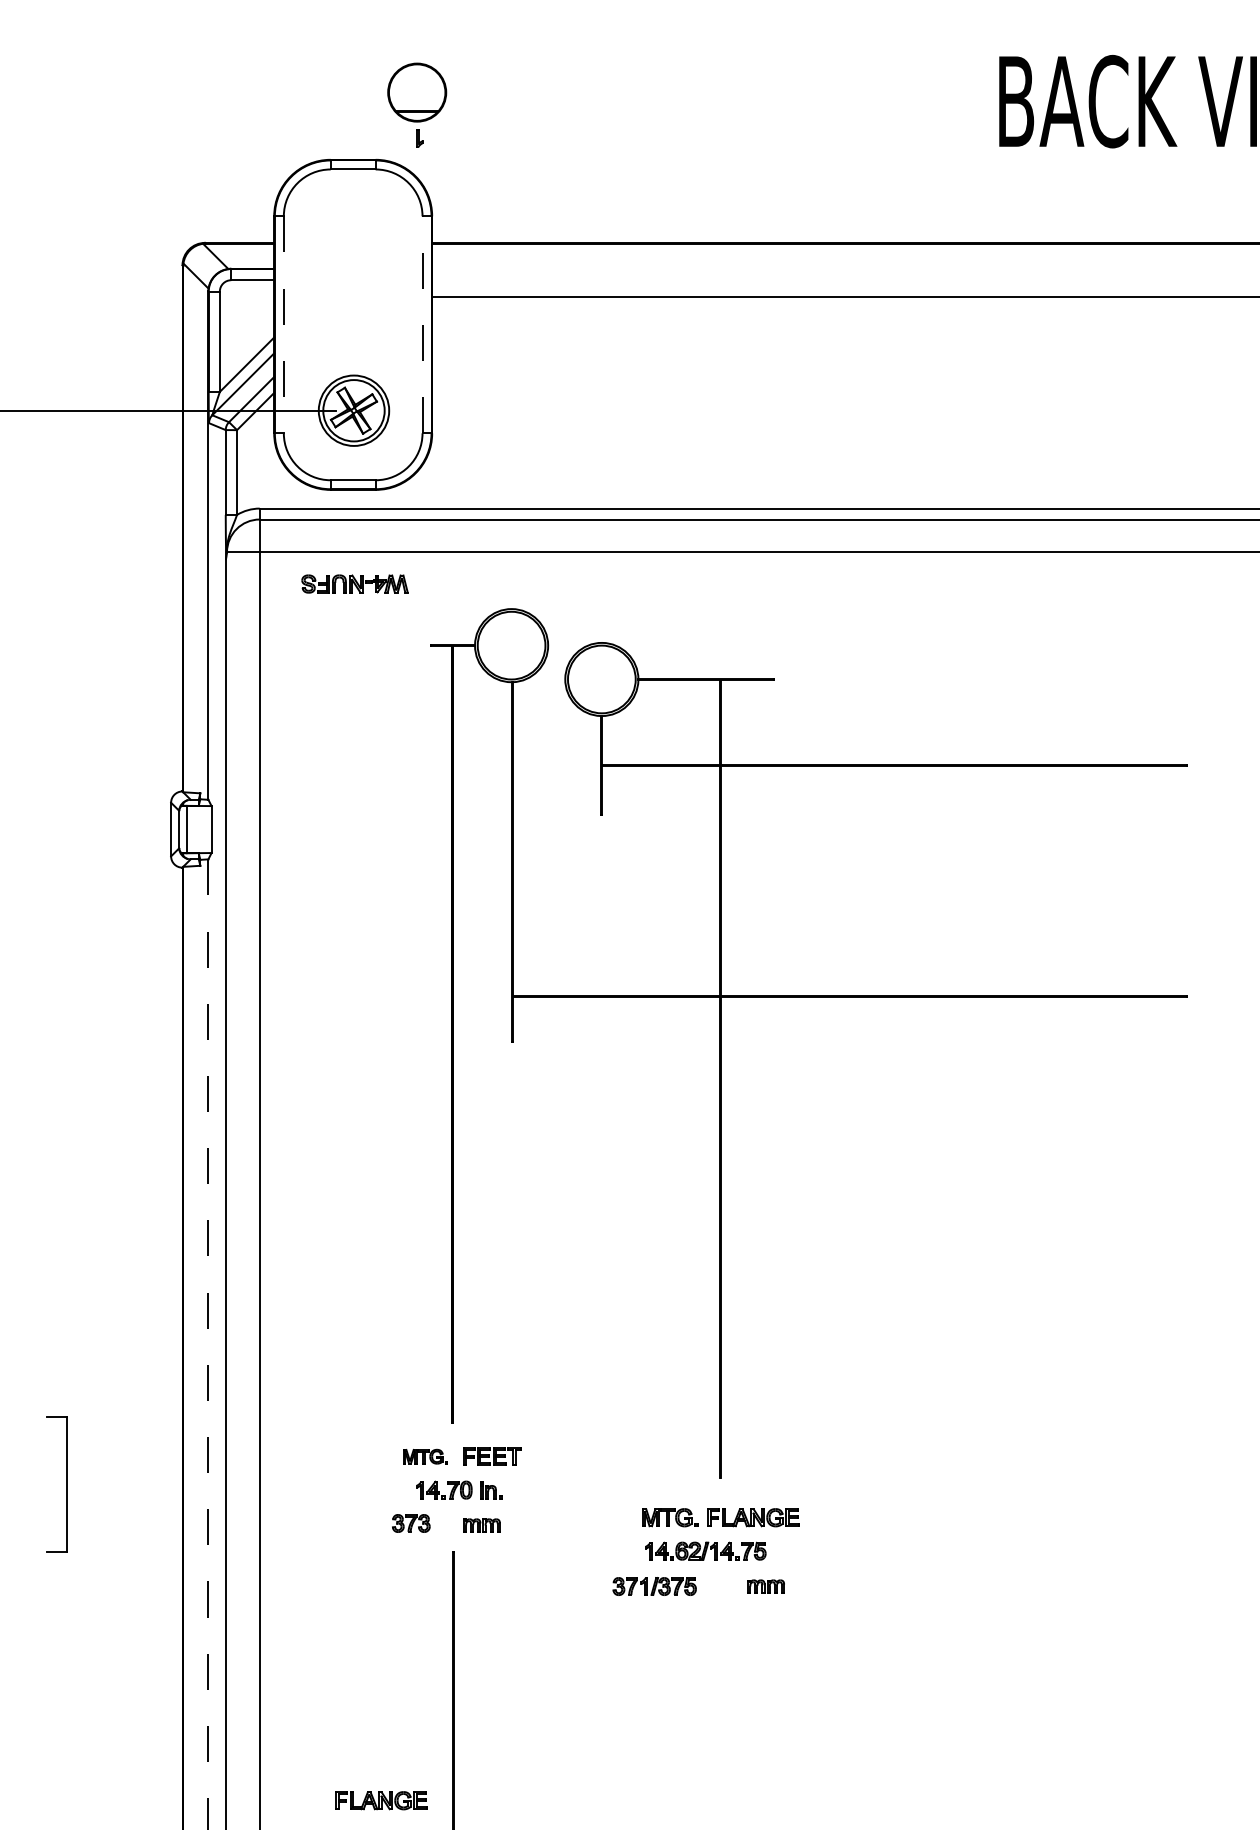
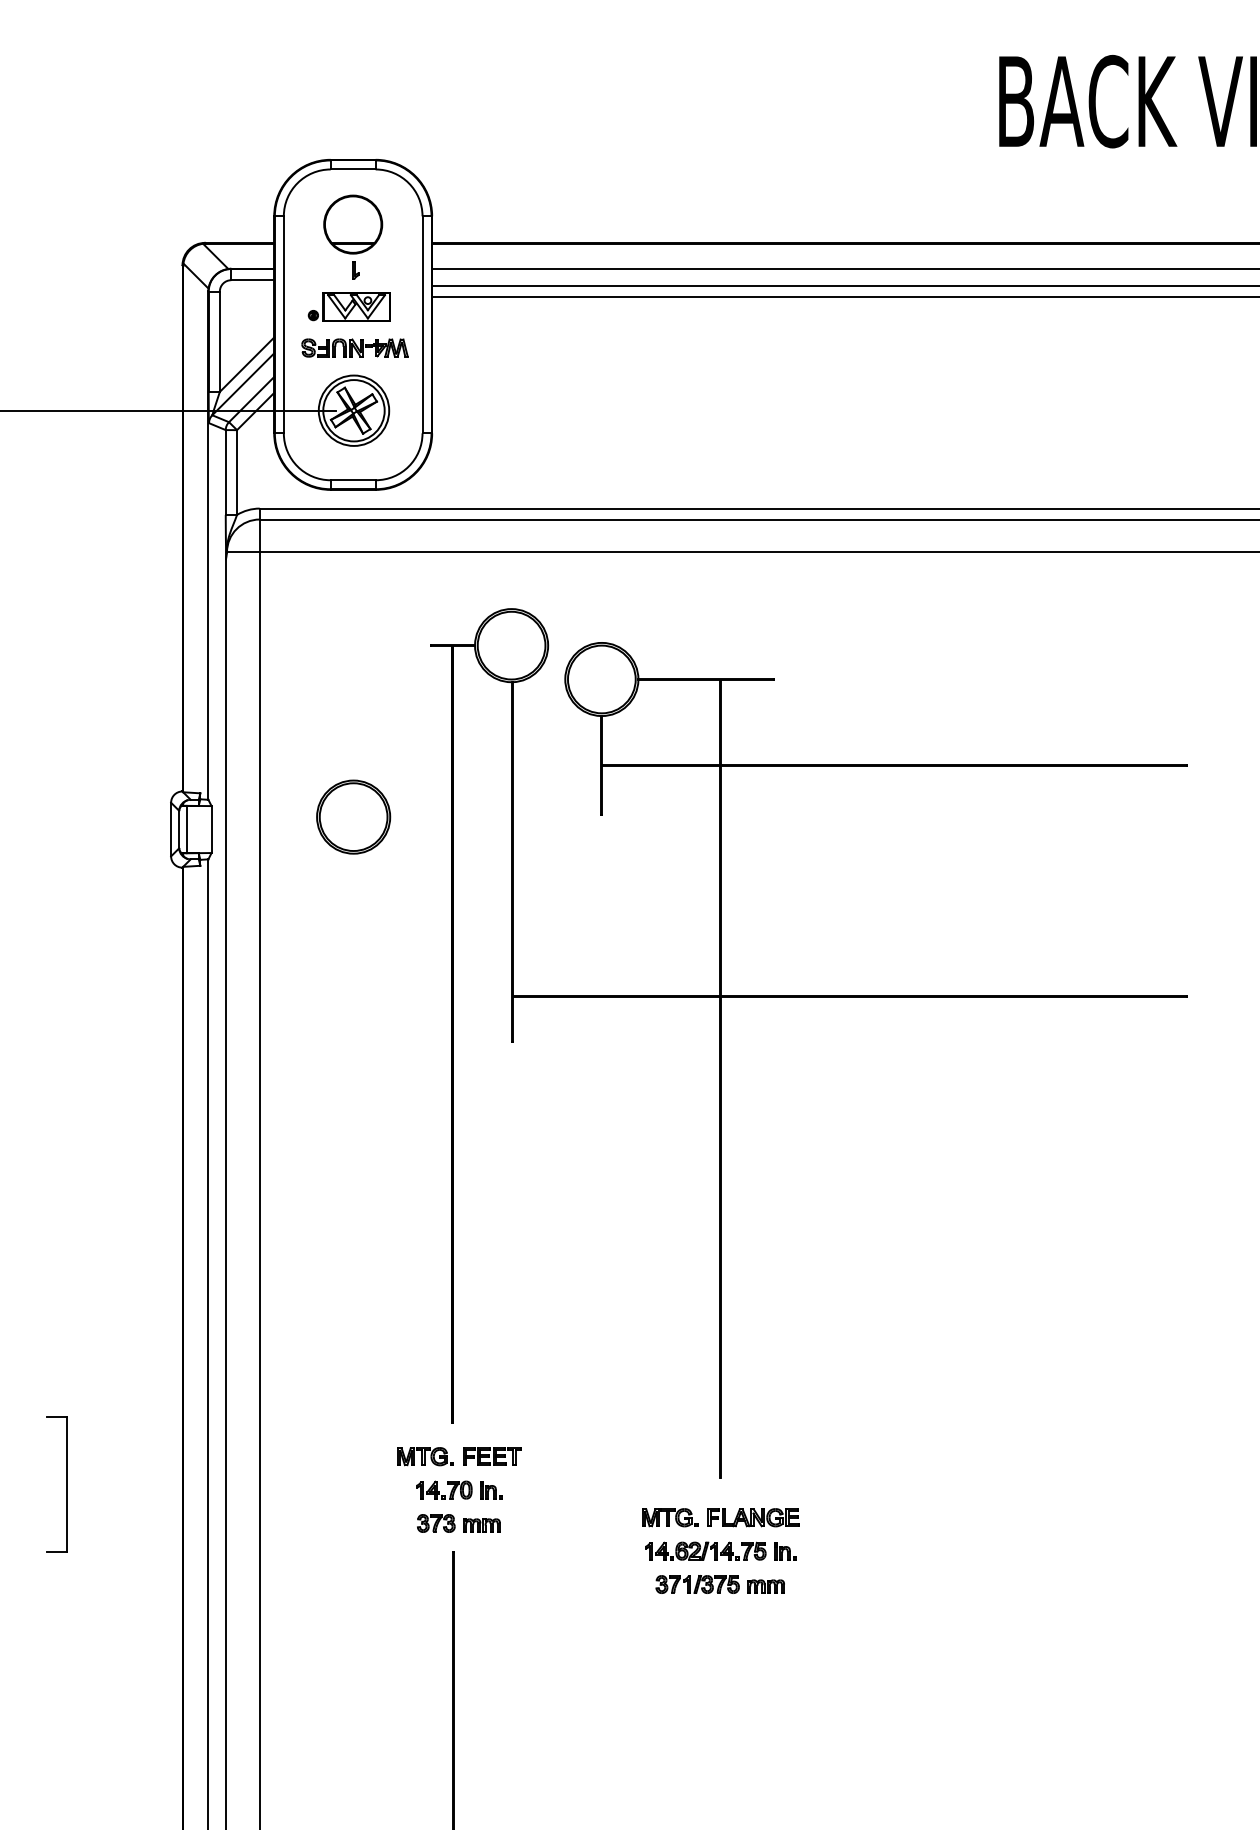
part at (417, 104) position: (417, 104) -> (353, 236)
line at (844, 268): none -> present
line at (844, 286): none -> present
part at (348, 306): none -> present
line at (283, 324): dashed -> solid
line at (422, 324): dashed -> solid
part at (354, 583) position: (354, 583) -> (354, 347)
part at (353, 816): none -> present
line at (208, 1344): dashed -> solid
part at (425, 1456) size: 45x17 px -> 57x20 px
part at (411, 1523) position: (411, 1523) -> (436, 1523)
part at (785, 1551): none -> present
part at (654, 1586) position: (654, 1586) -> (697, 1584)
part at (381, 1800): present -> none
